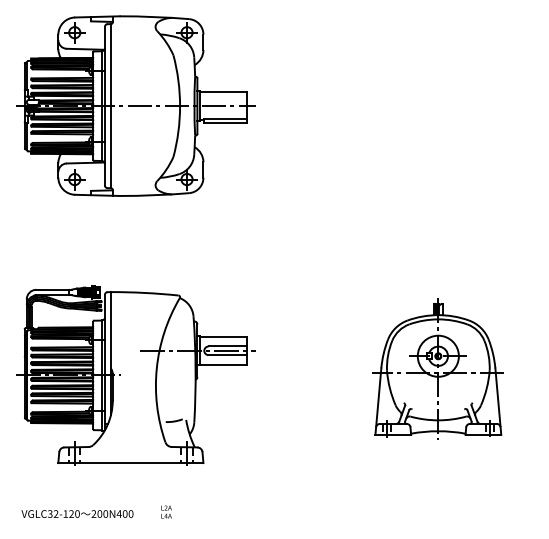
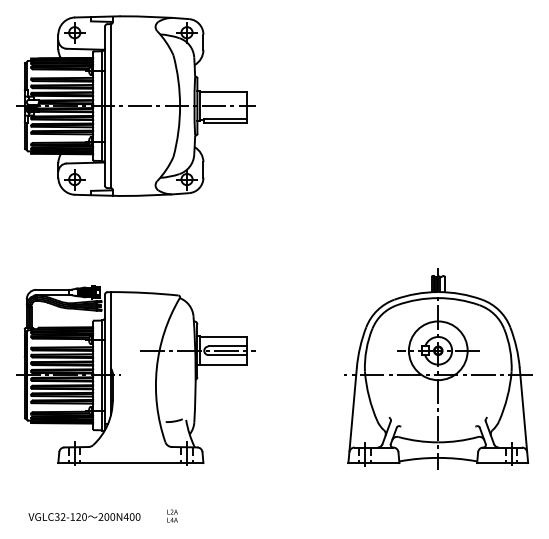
part at (437, 368) size: 132x142 px -> 189x202 px
text at (166, 511) position: (166, 511) -> (172, 515)
text at (77, 513) position: (77, 513) -> (84, 516)
